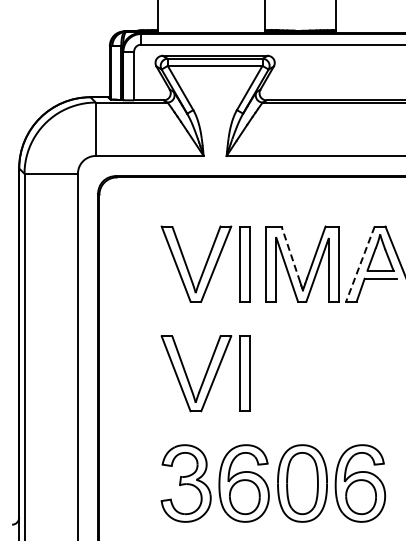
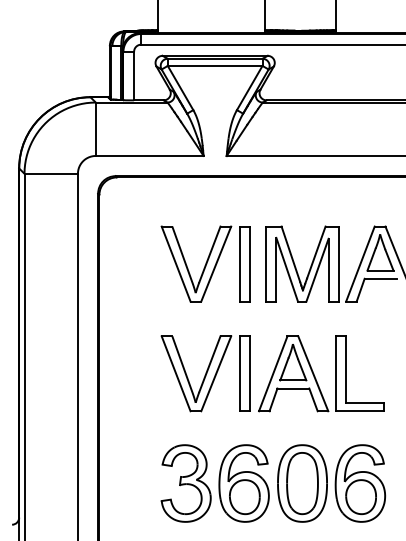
line at (290, 253): dashed -> solid
line at (360, 264): dashed -> solid
part at (315, 376): none -> present
